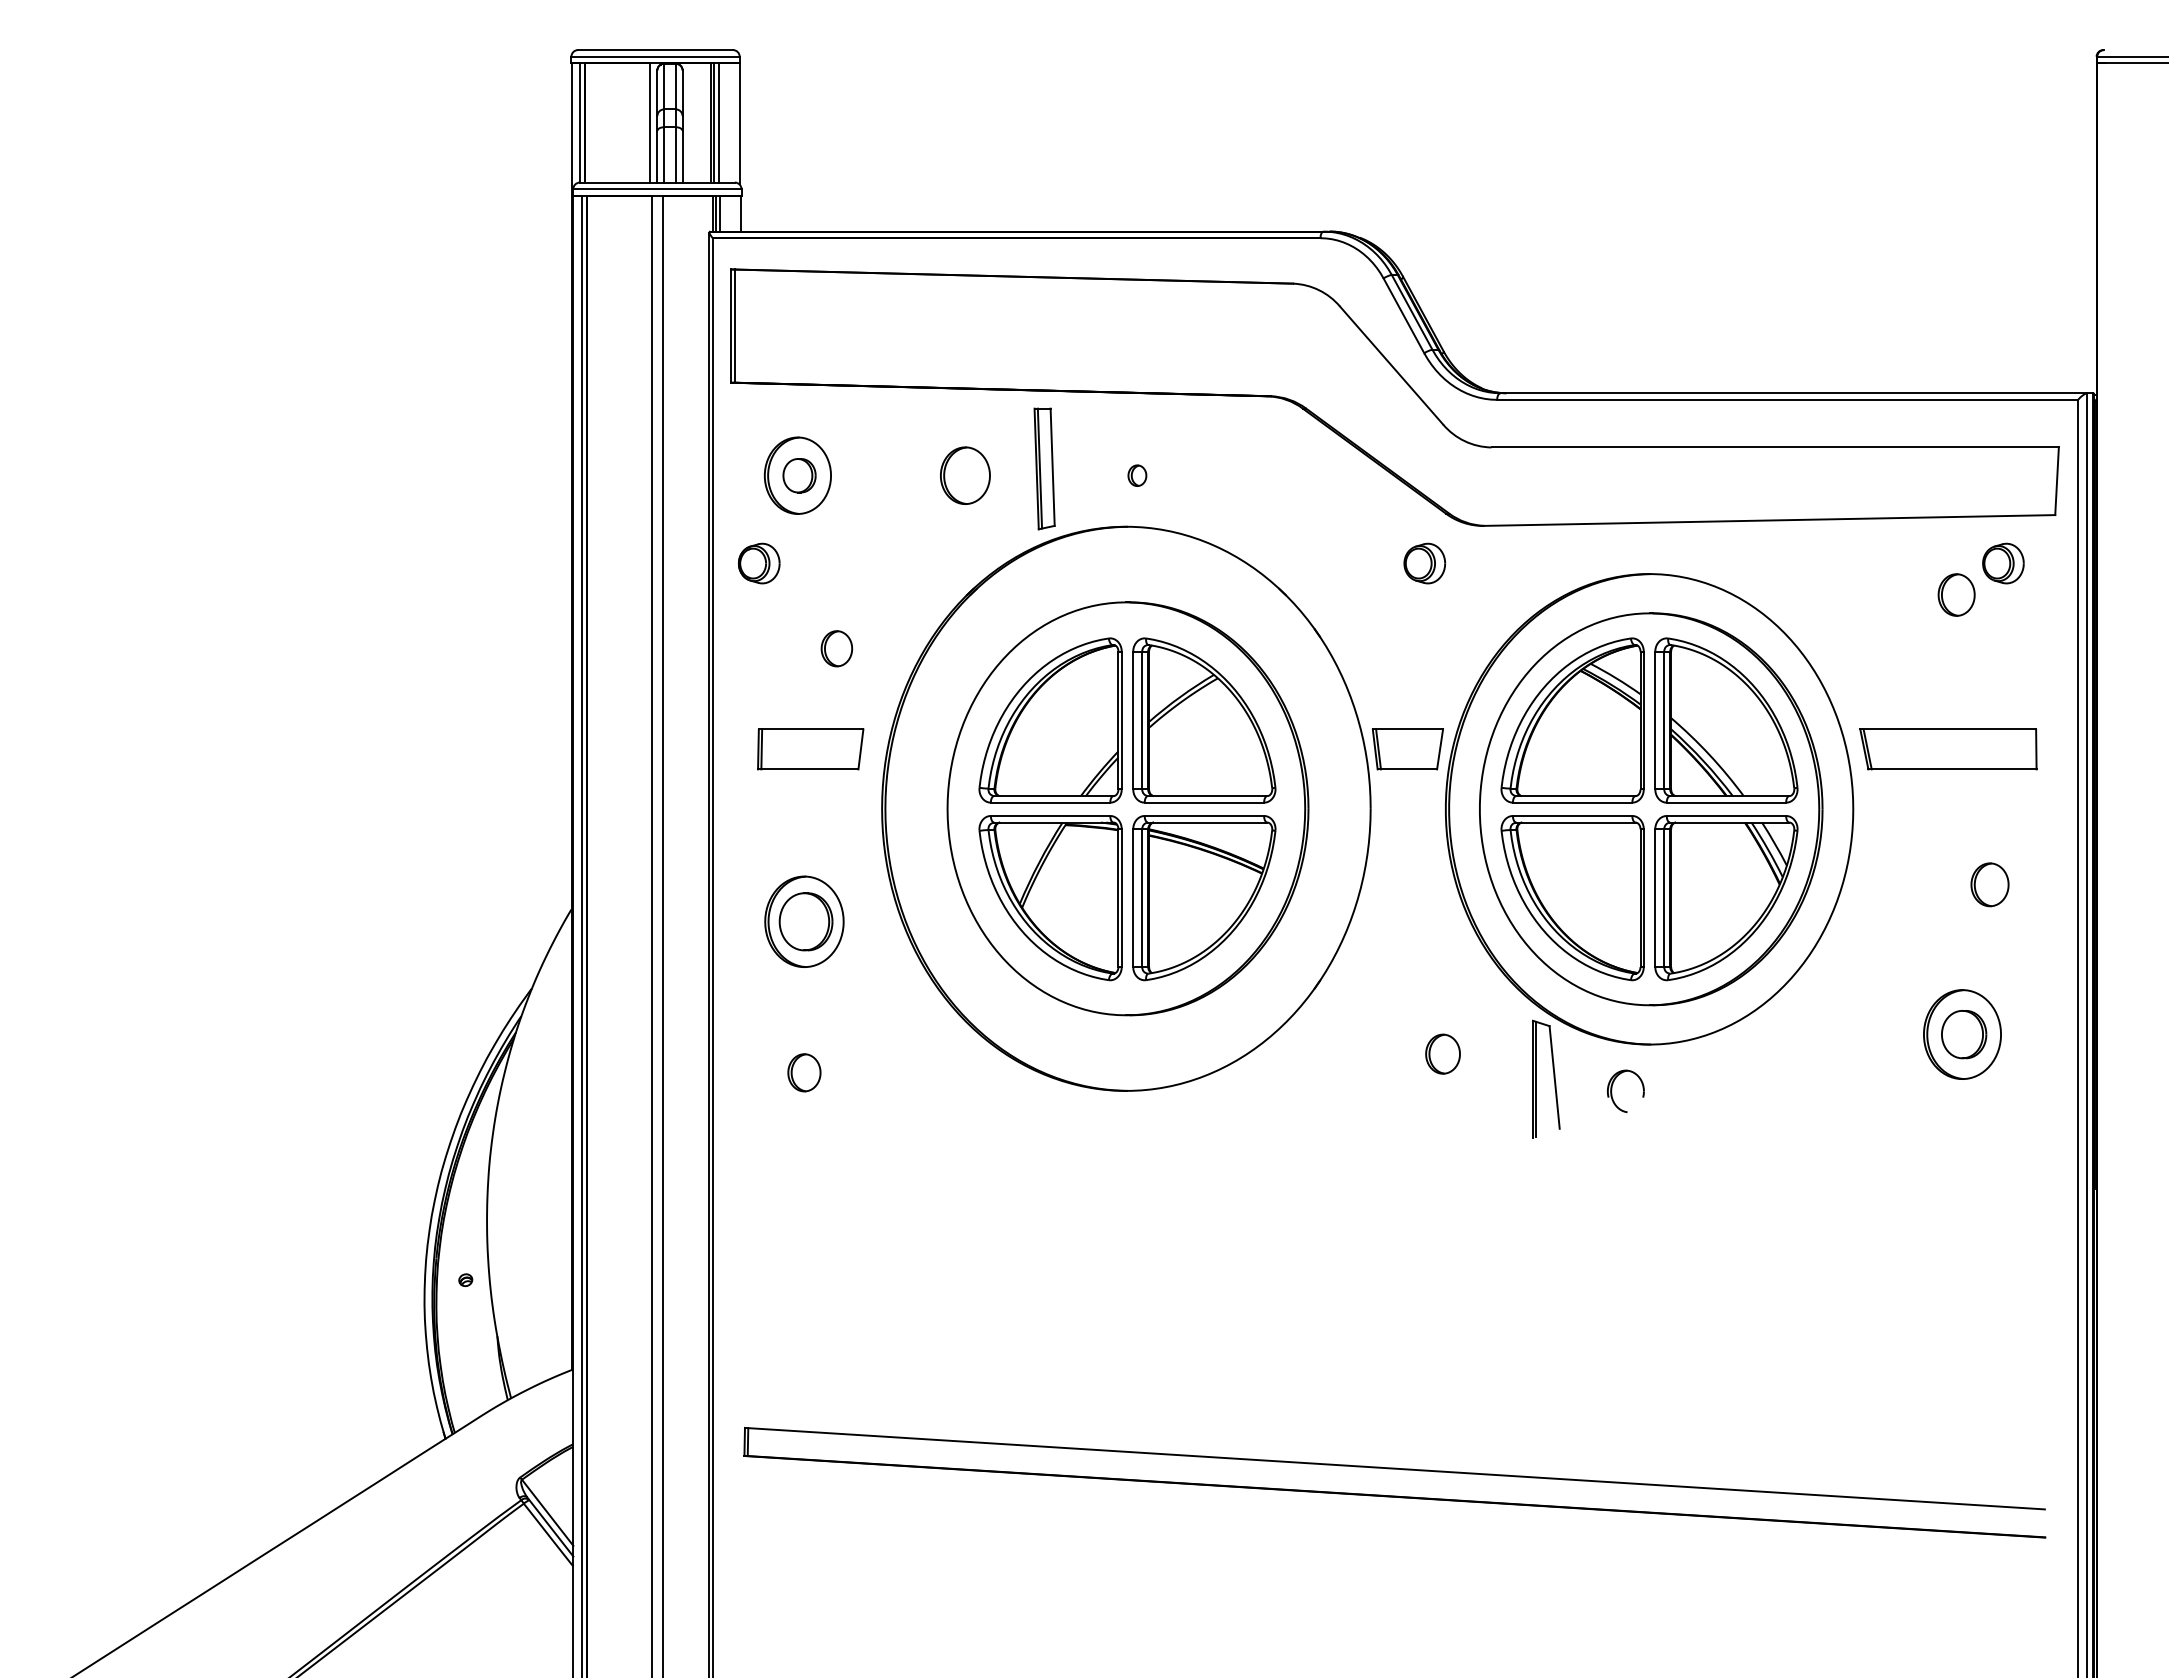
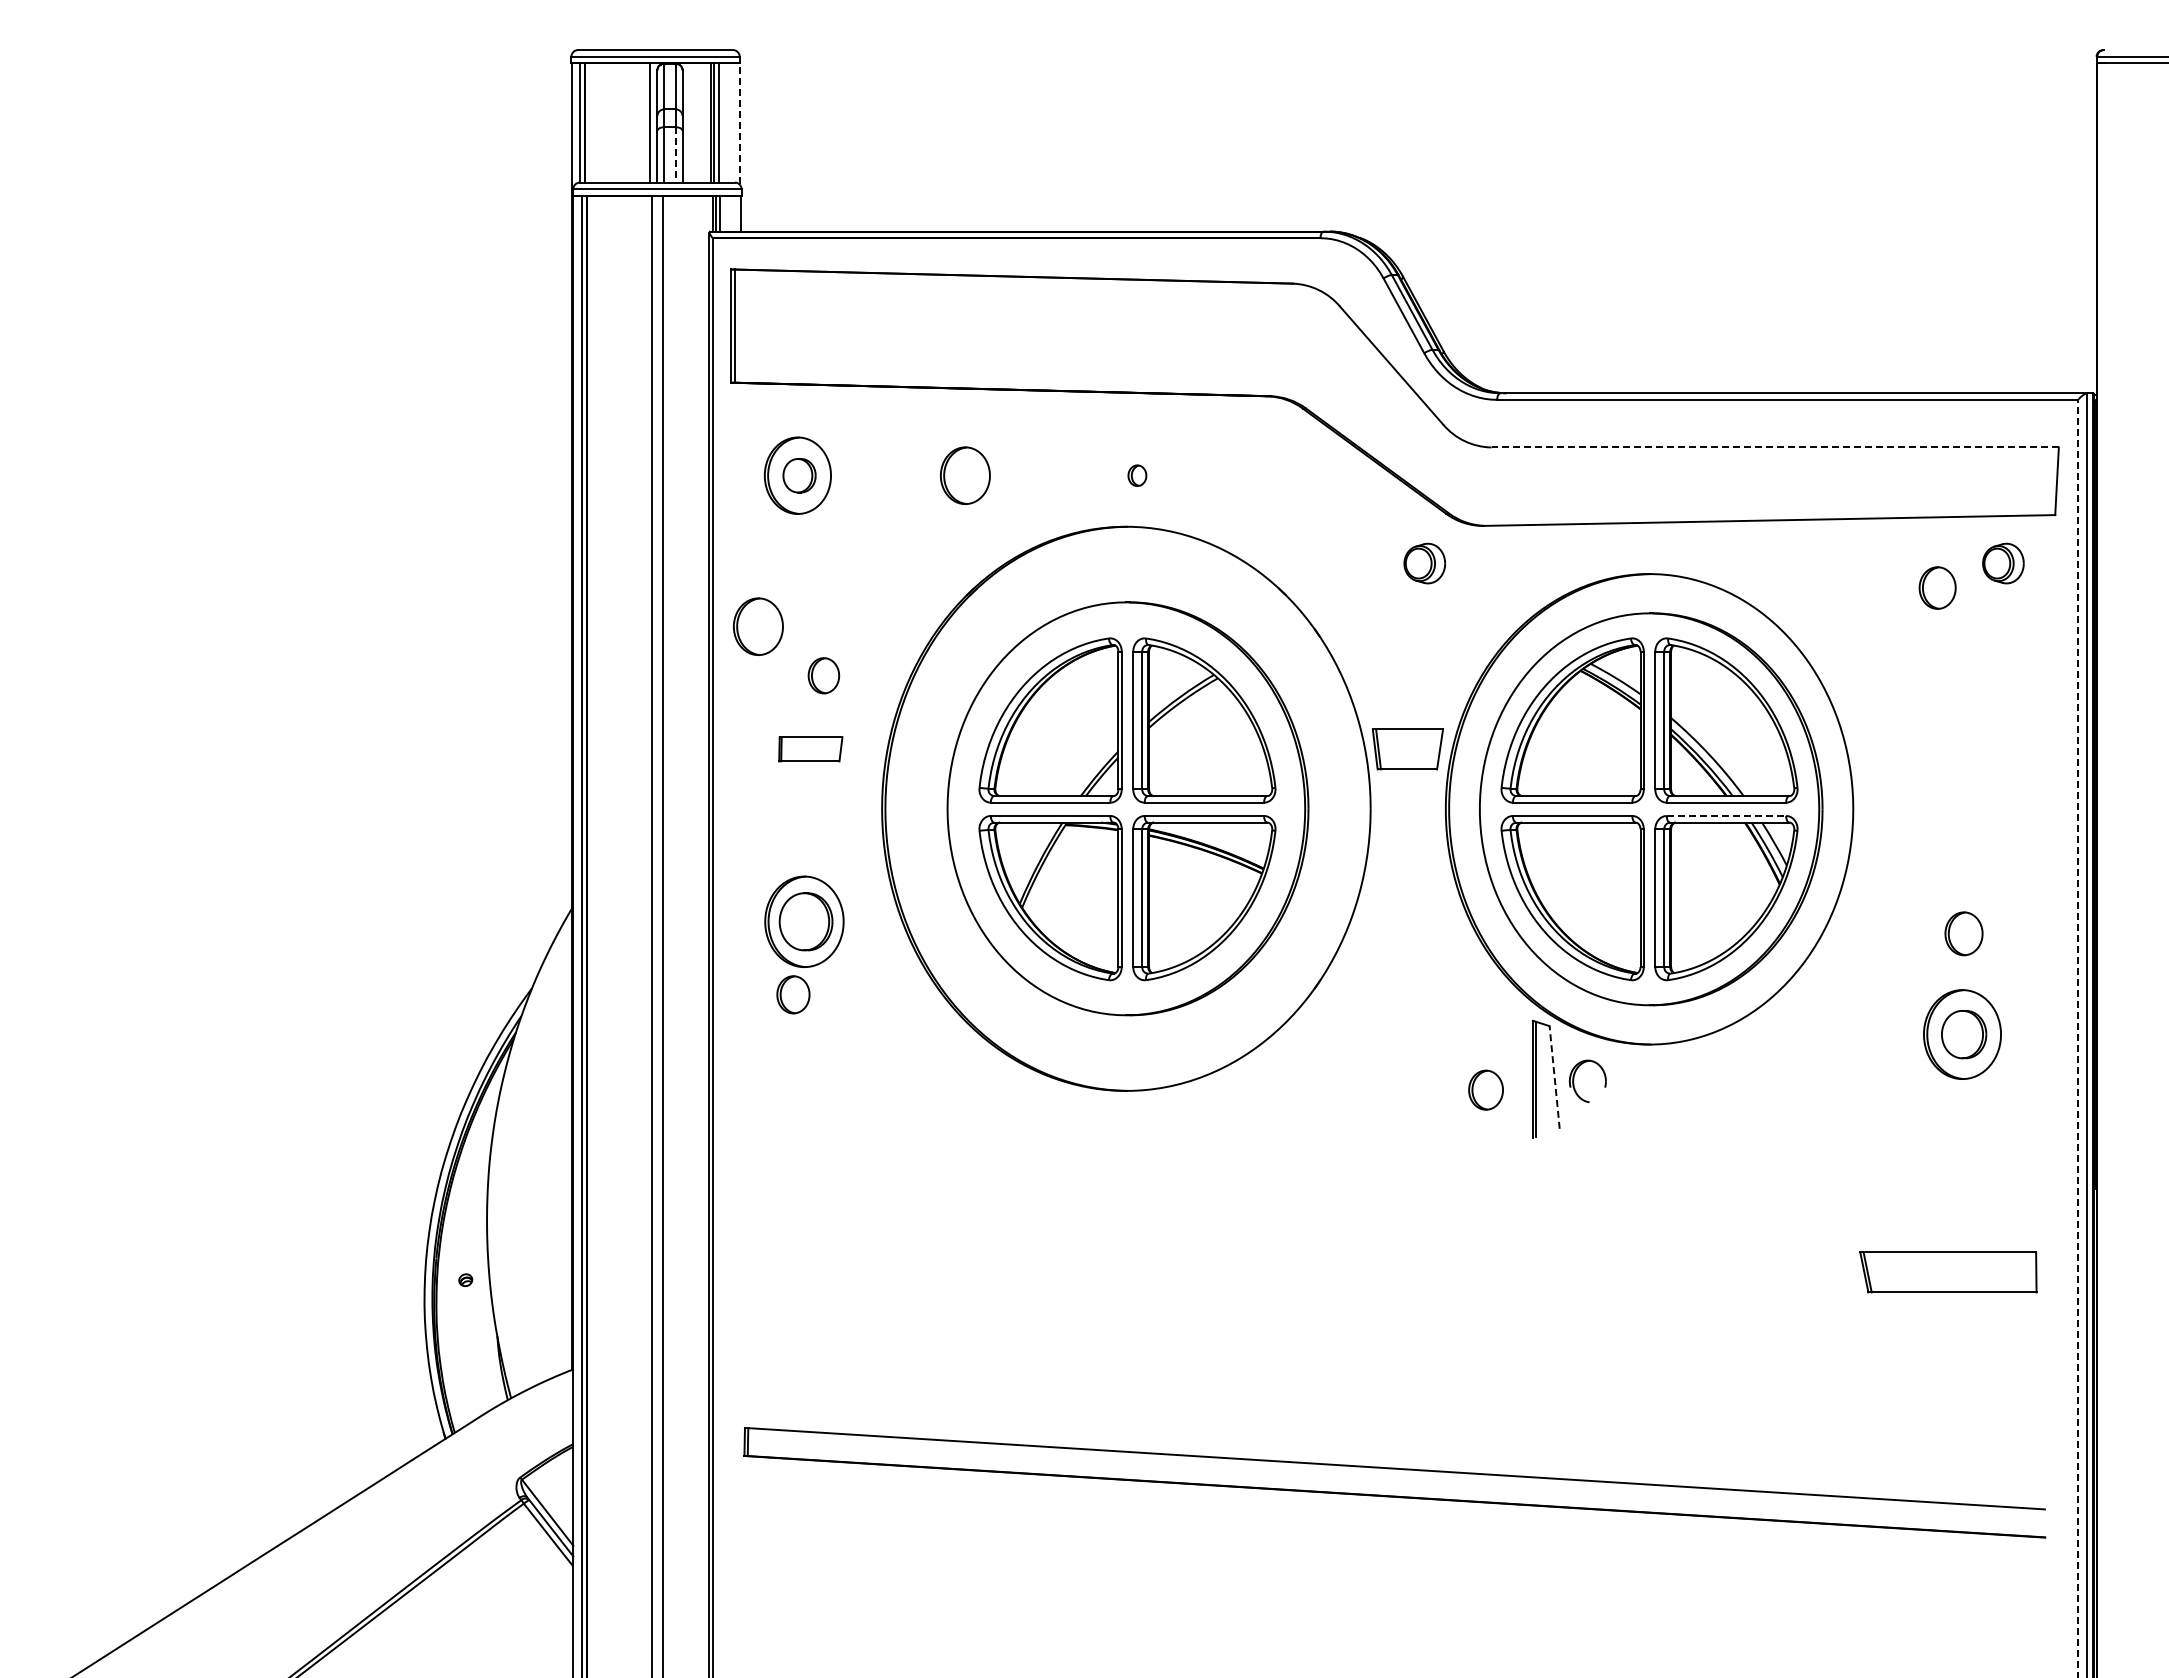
line at (739, 123): solid -> dashed
line at (675, 154): solid -> dashed
line at (1775, 447): solid -> dashed
part at (1044, 468): present -> none
part at (759, 563): present -> none
part at (1956, 594) position: (1956, 594) -> (1937, 587)
part at (758, 626): none -> present
part at (836, 648) position: (836, 648) -> (823, 675)
part at (810, 749) size: 108x43 px -> 66x27 px
part at (1948, 749) position: (1948, 749) -> (1948, 1272)
line at (1726, 815): solid -> dashed
part at (1989, 884) position: (1989, 884) -> (1963, 933)
line at (2078, 1038): solid -> dashed
part at (1442, 1053) position: (1442, 1053) -> (1485, 1089)
part at (804, 1072) position: (804, 1072) -> (793, 994)
line at (1554, 1077): solid -> dashed
part at (1612, 1090) position: (1612, 1090) -> (1574, 1080)
